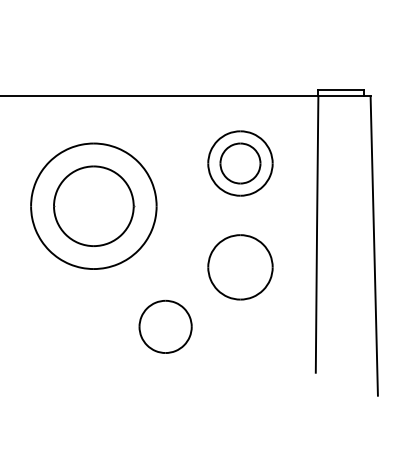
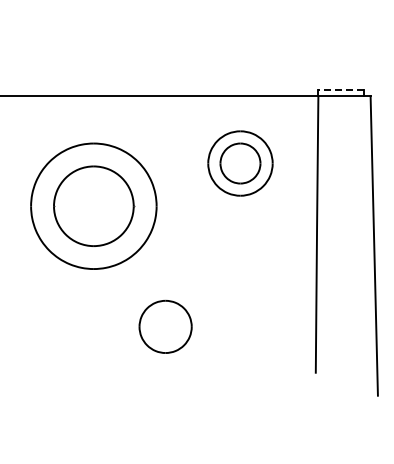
line at (341, 90): solid -> dashed
part at (240, 267): present -> none
